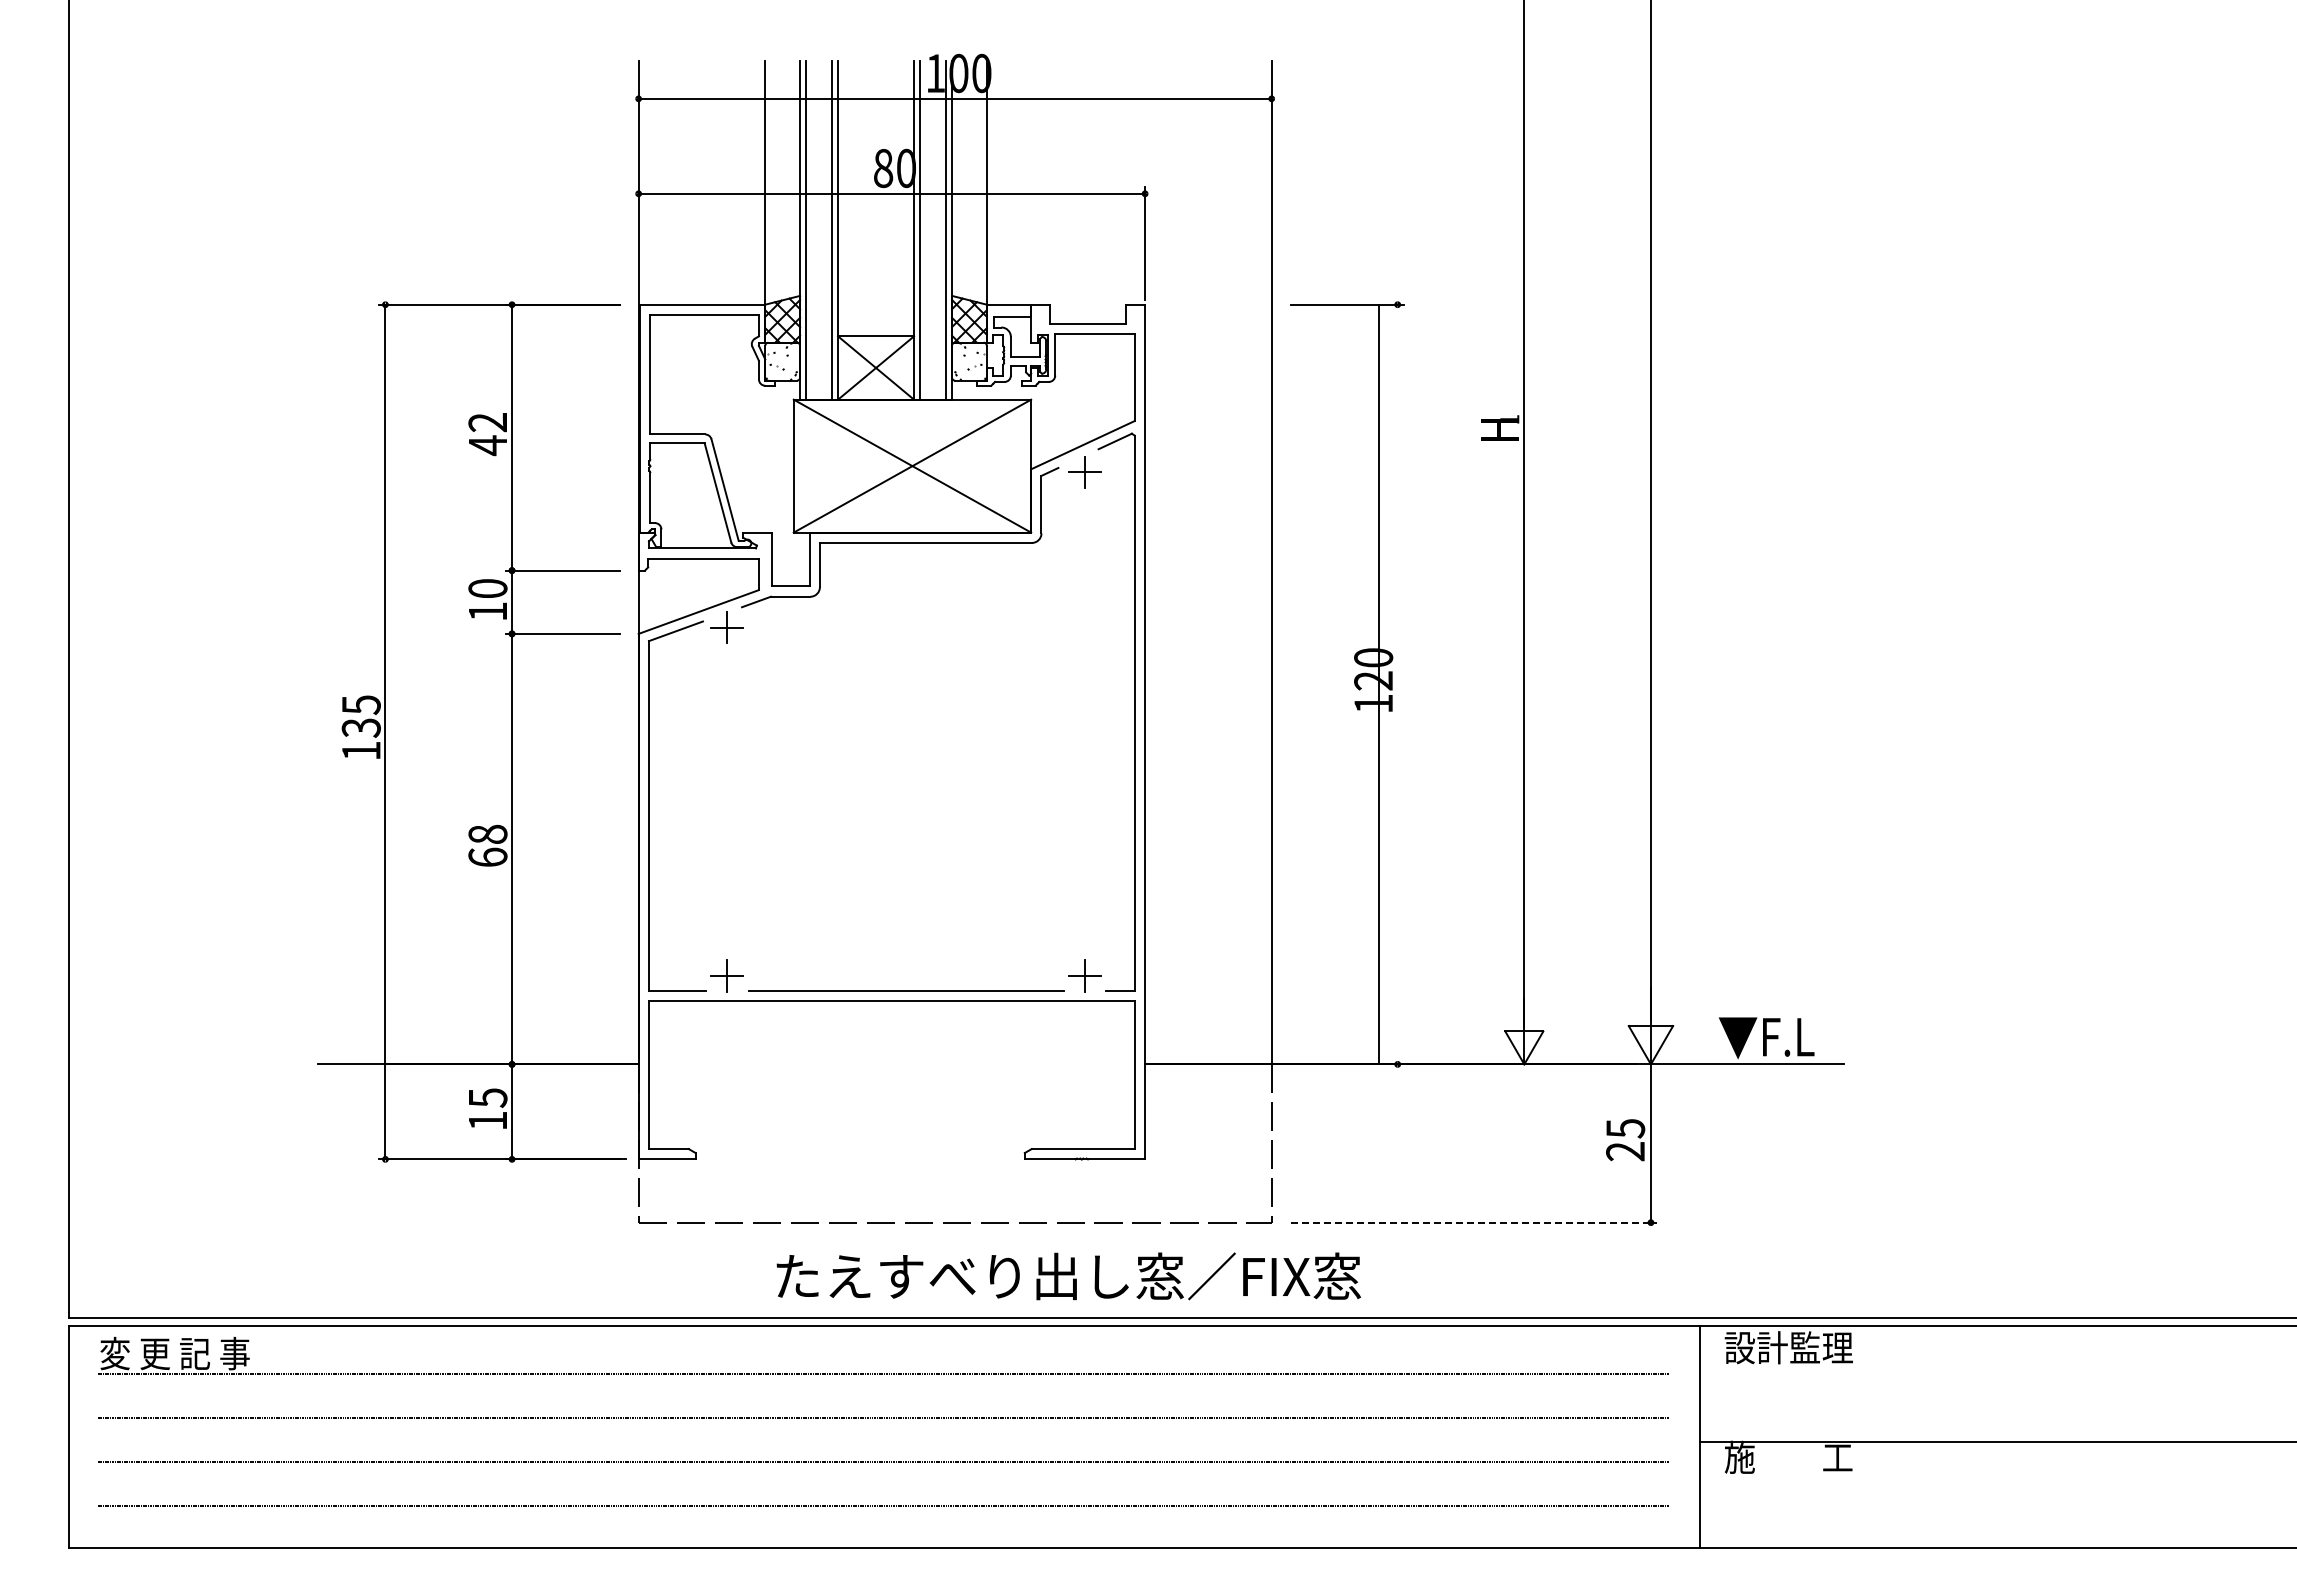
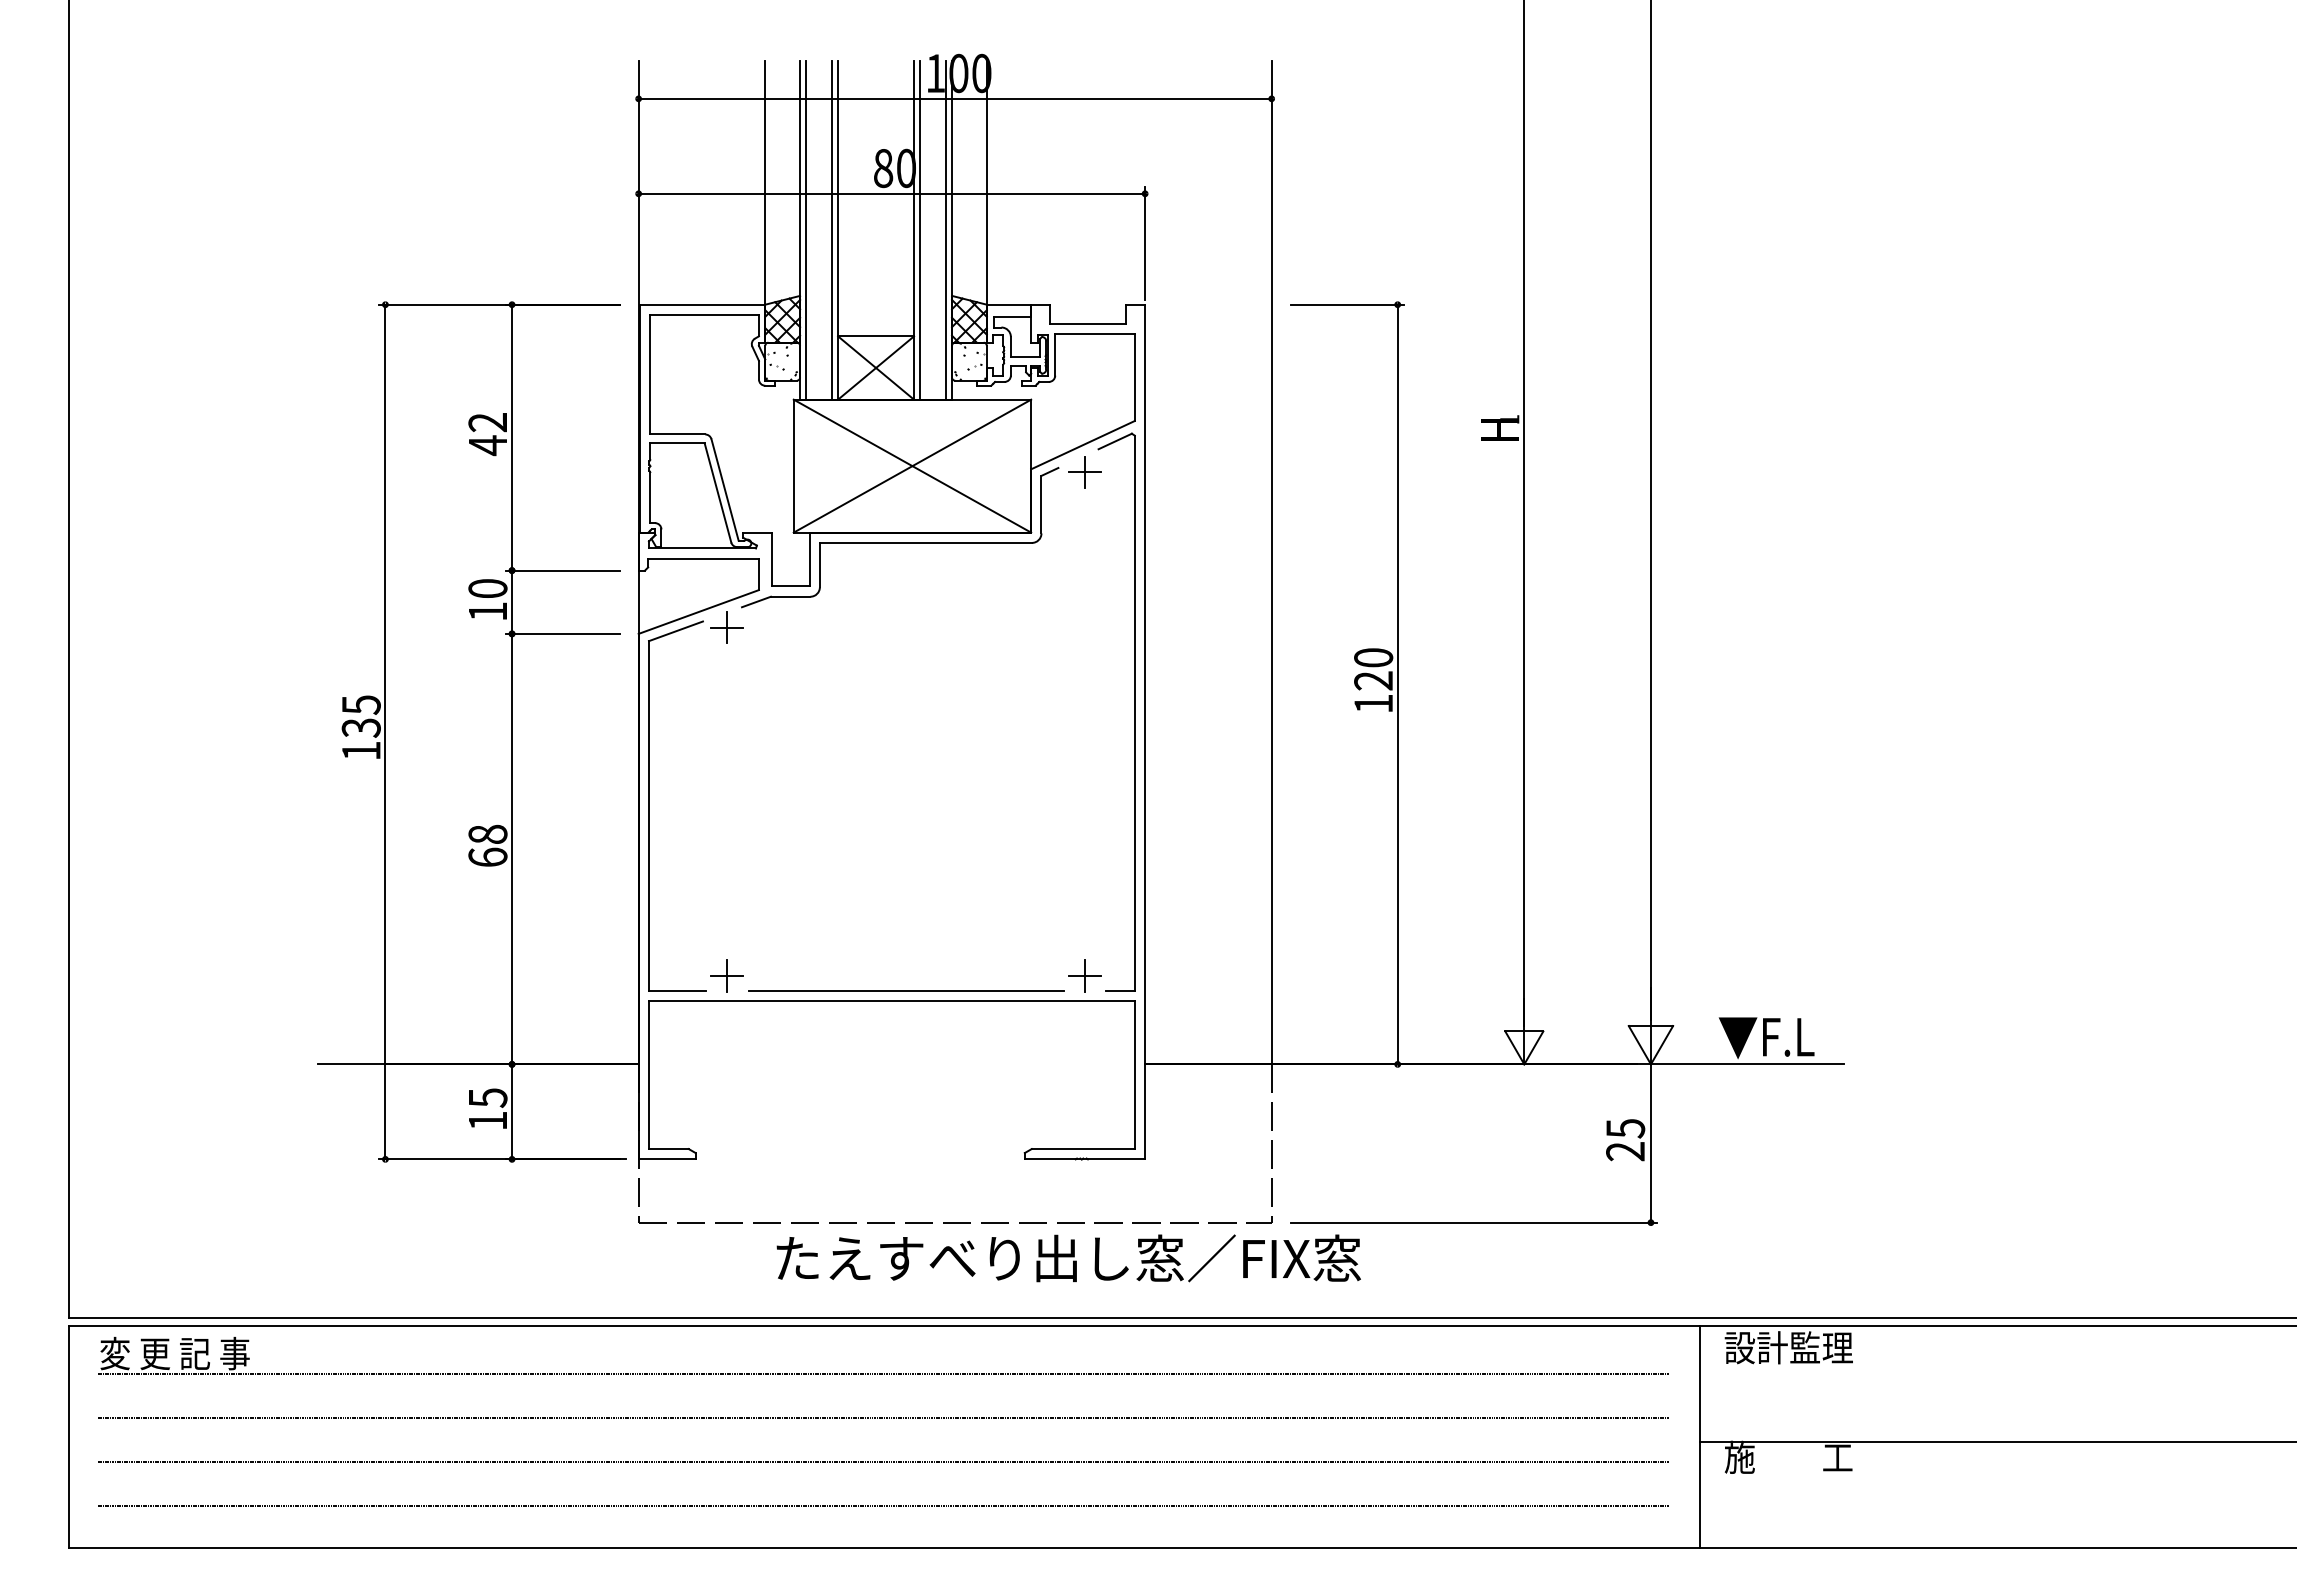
line at (1378, 684) position: (1378, 684) -> (1397, 684)
line at (1474, 1222): dashed -> solid
text at (1068, 1276) position: (1068, 1276) -> (1068, 1258)
